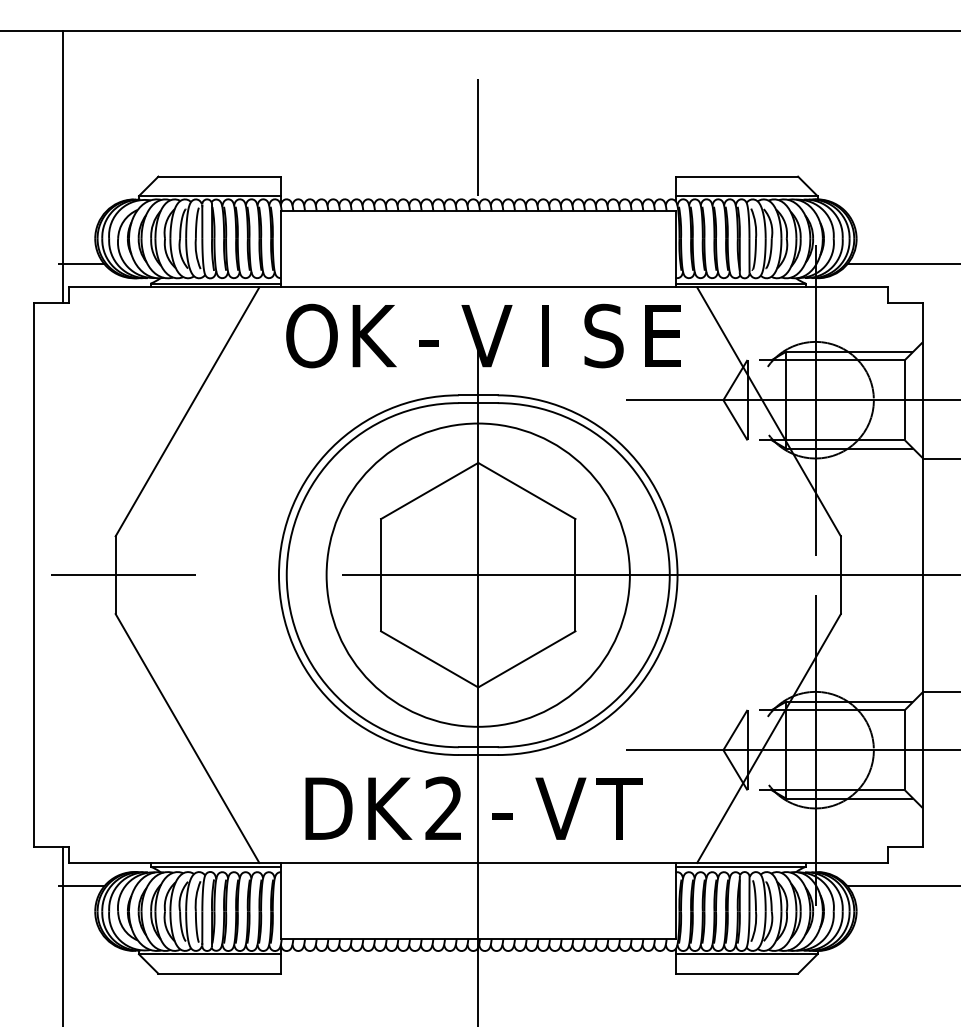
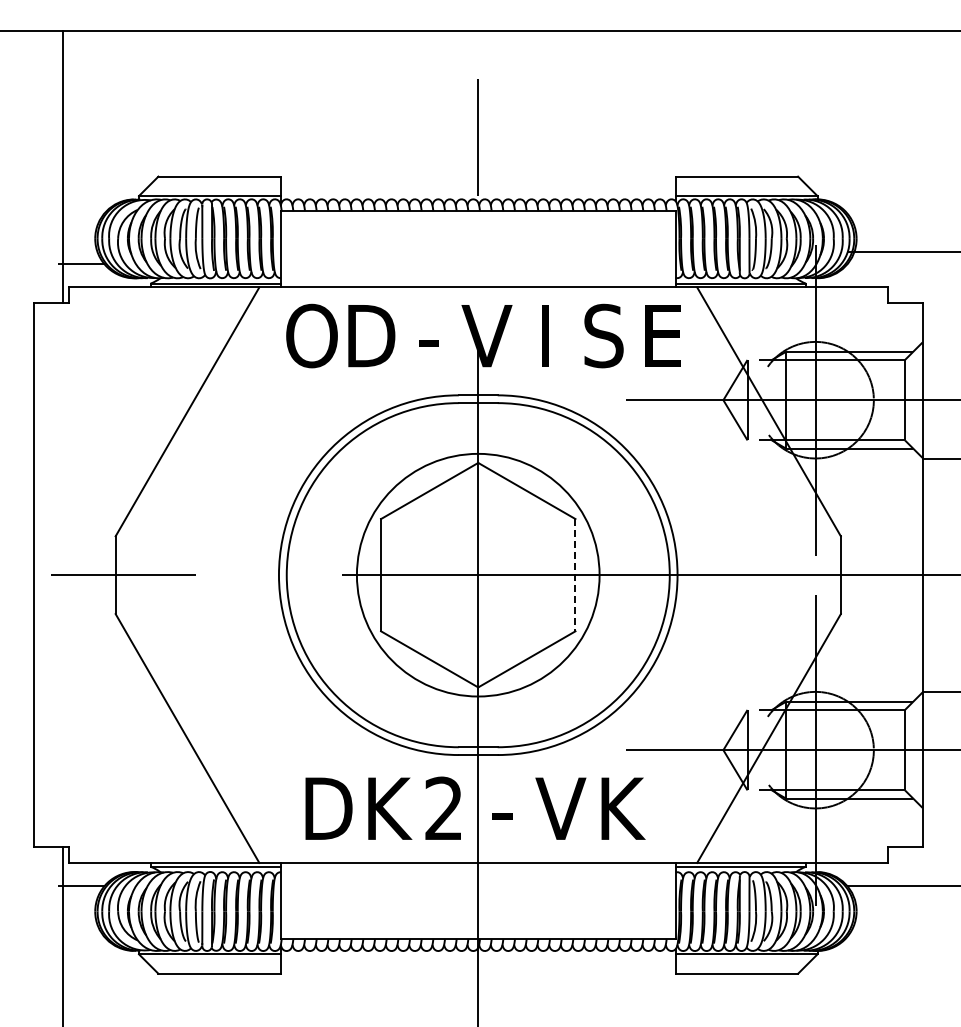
line at (902, 264) position: (902, 264) -> (902, 252)
text at (372, 336): K -> D
circle at (477, 574) diameter: 303 px -> 243 px
line at (575, 575): solid -> dashed
text at (620, 808): T -> K
